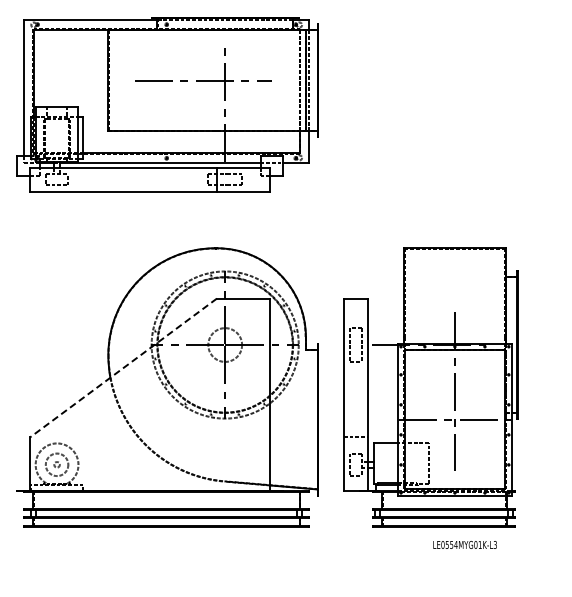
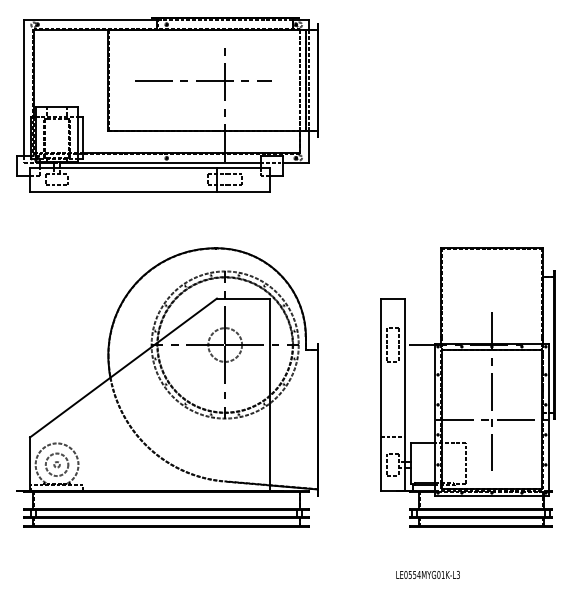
line at (123, 368): dashed -> solid
part at (430, 387) position: (430, 387) -> (467, 387)
text at (464, 544) position: (464, 544) -> (427, 574)
